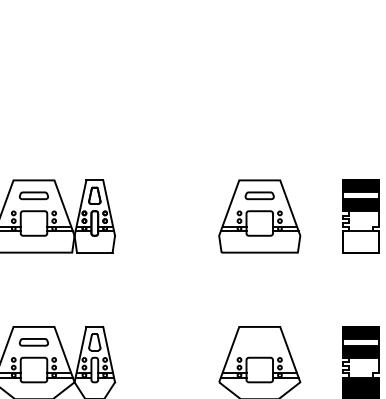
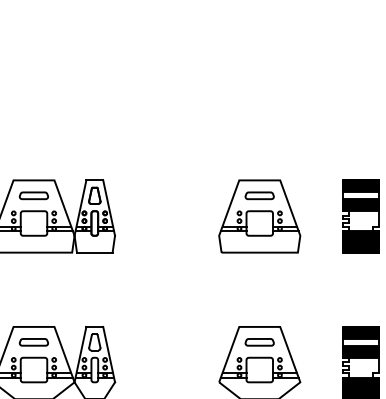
fill at (361, 241): none -> present
part at (259, 342): none -> present
